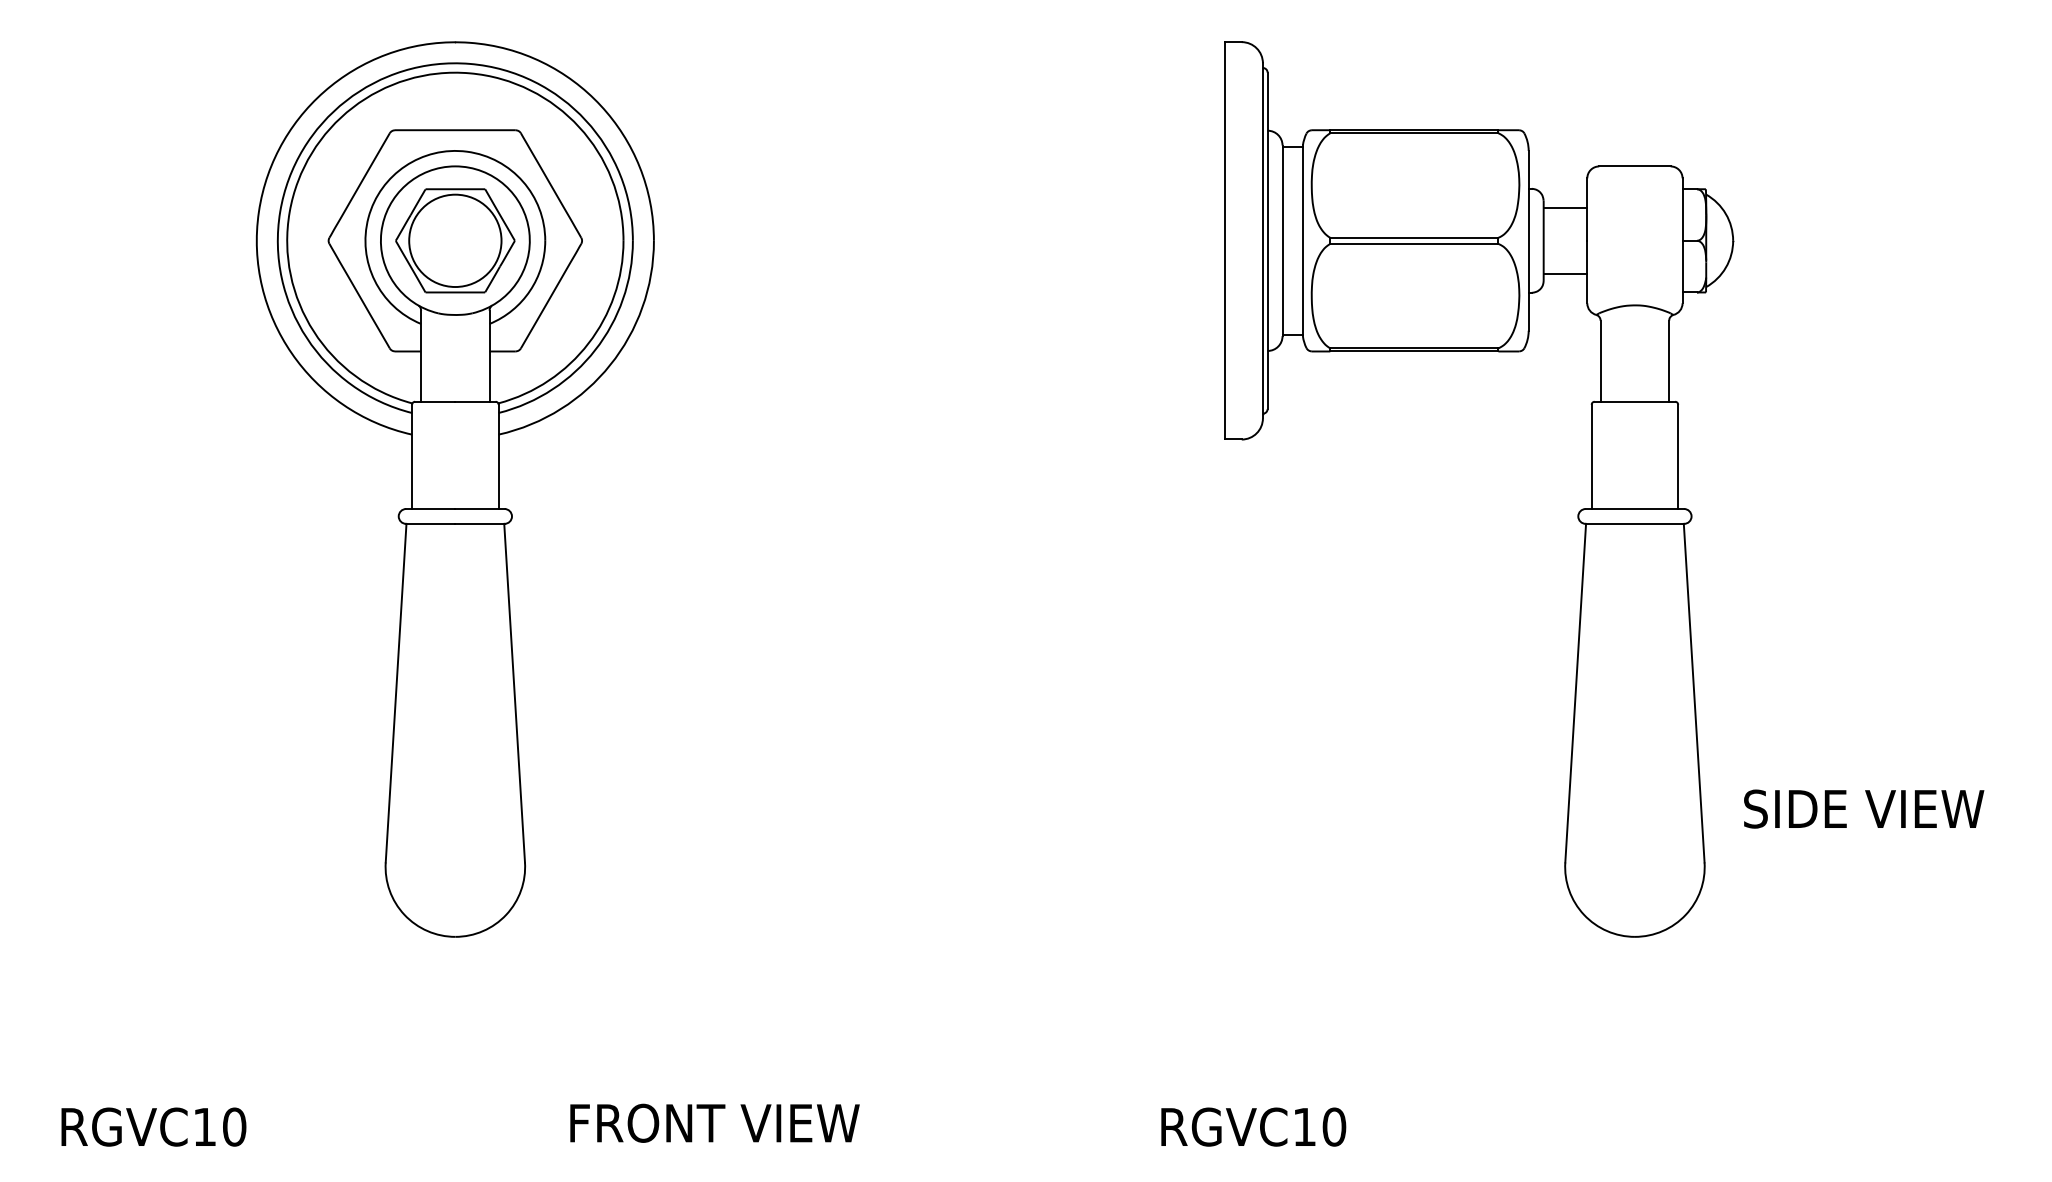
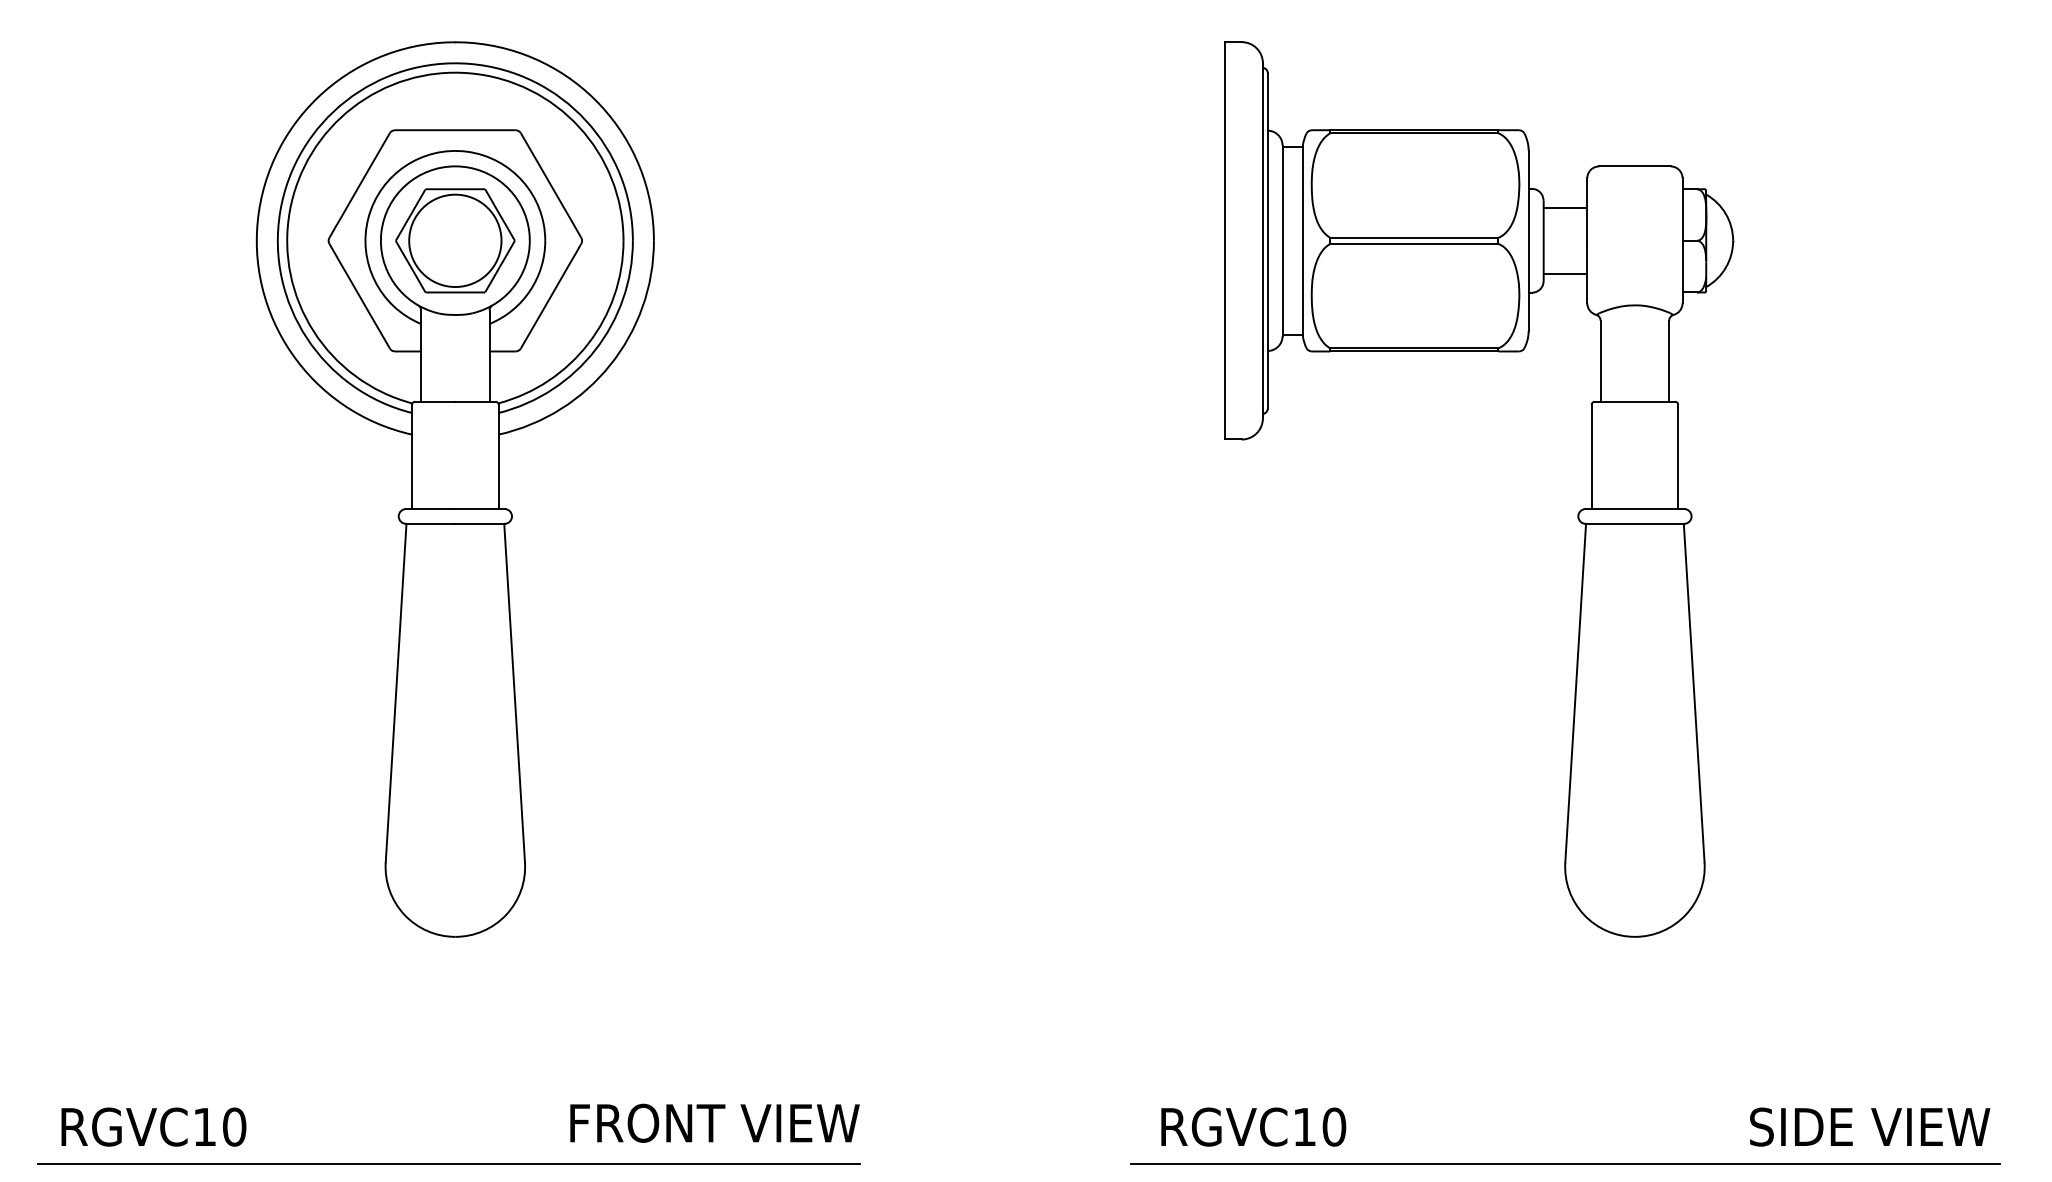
text at (1864, 808) position: (1864, 808) -> (1870, 1126)
line at (448, 1163): none -> present
line at (1565, 1163): none -> present
